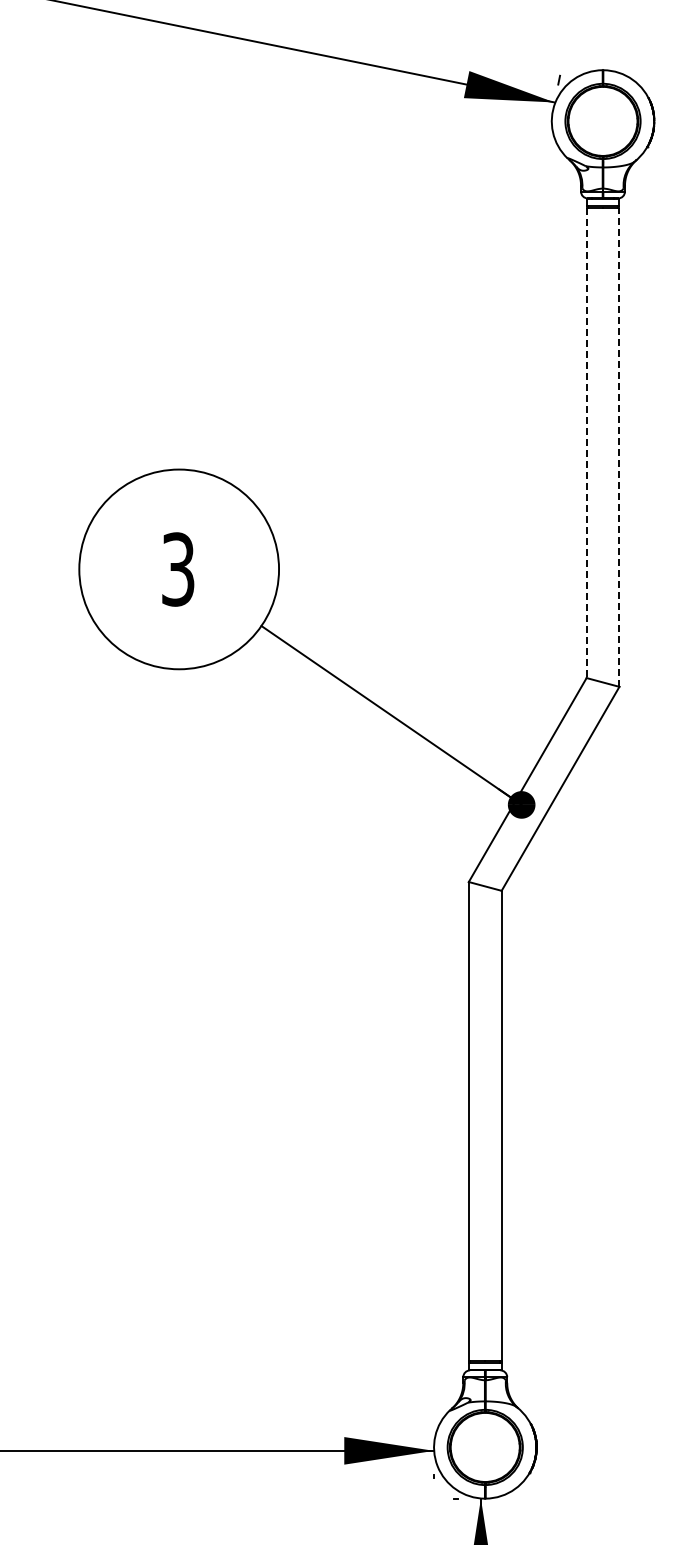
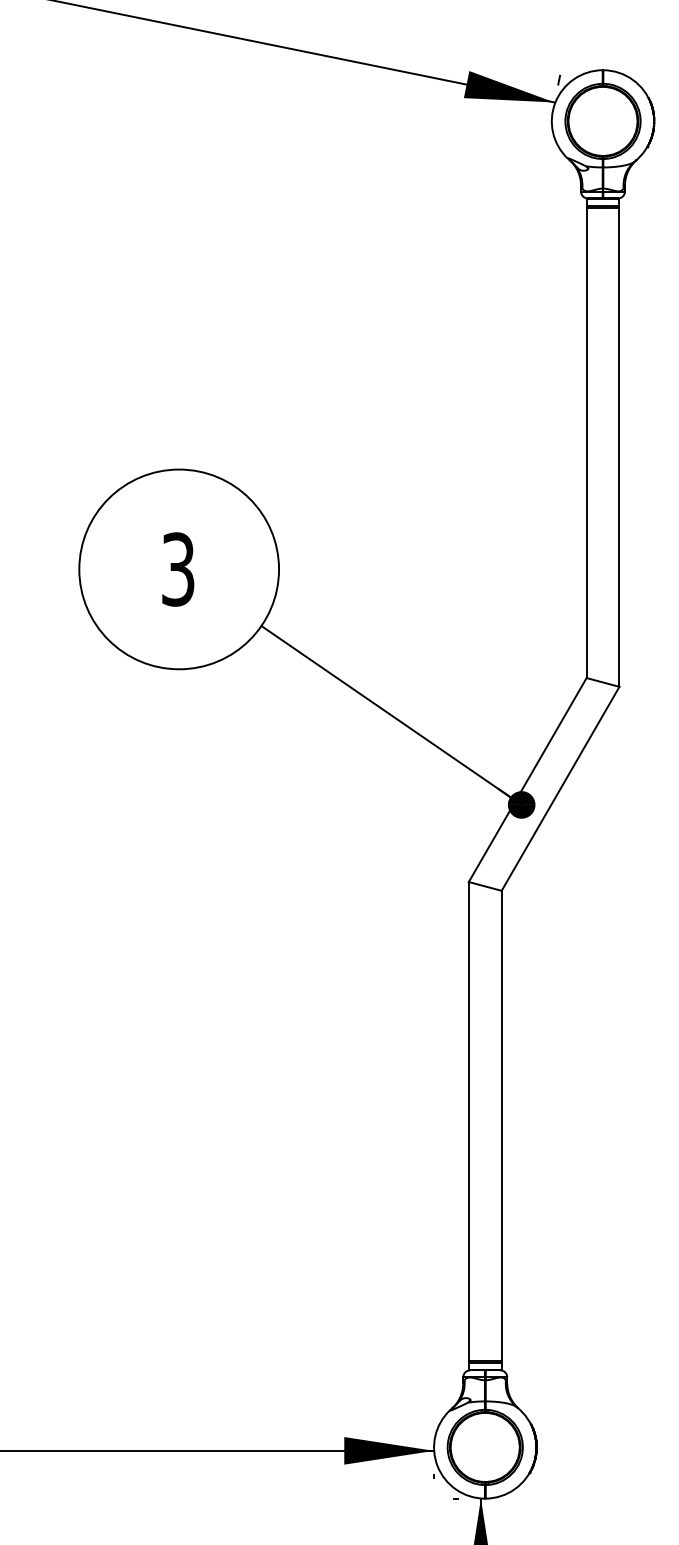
line at (586, 443): dashed -> solid
line at (619, 446): dashed -> solid
